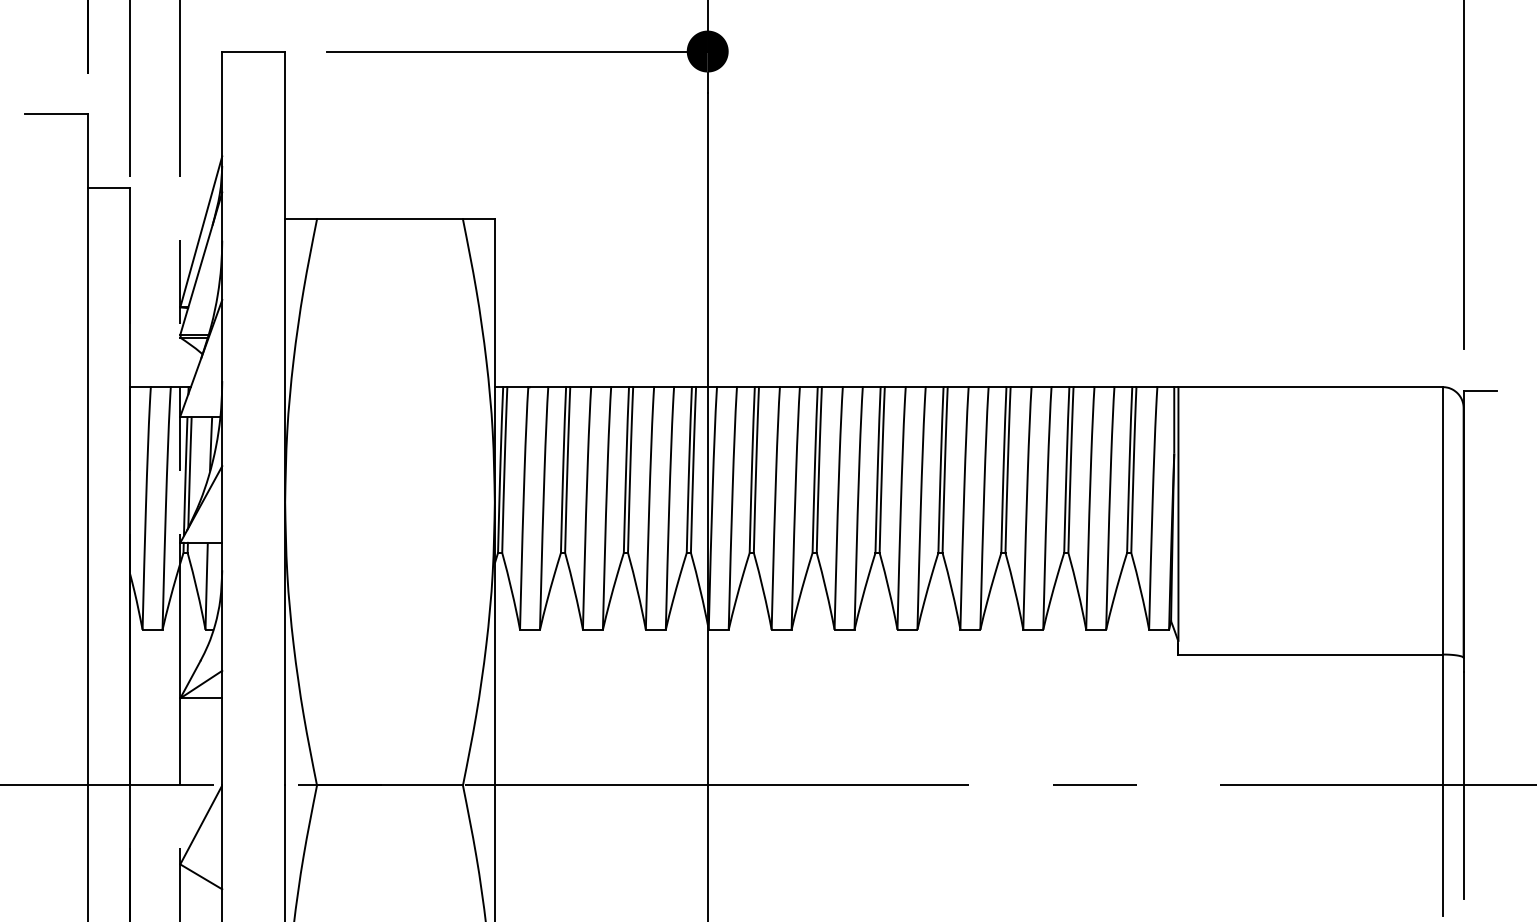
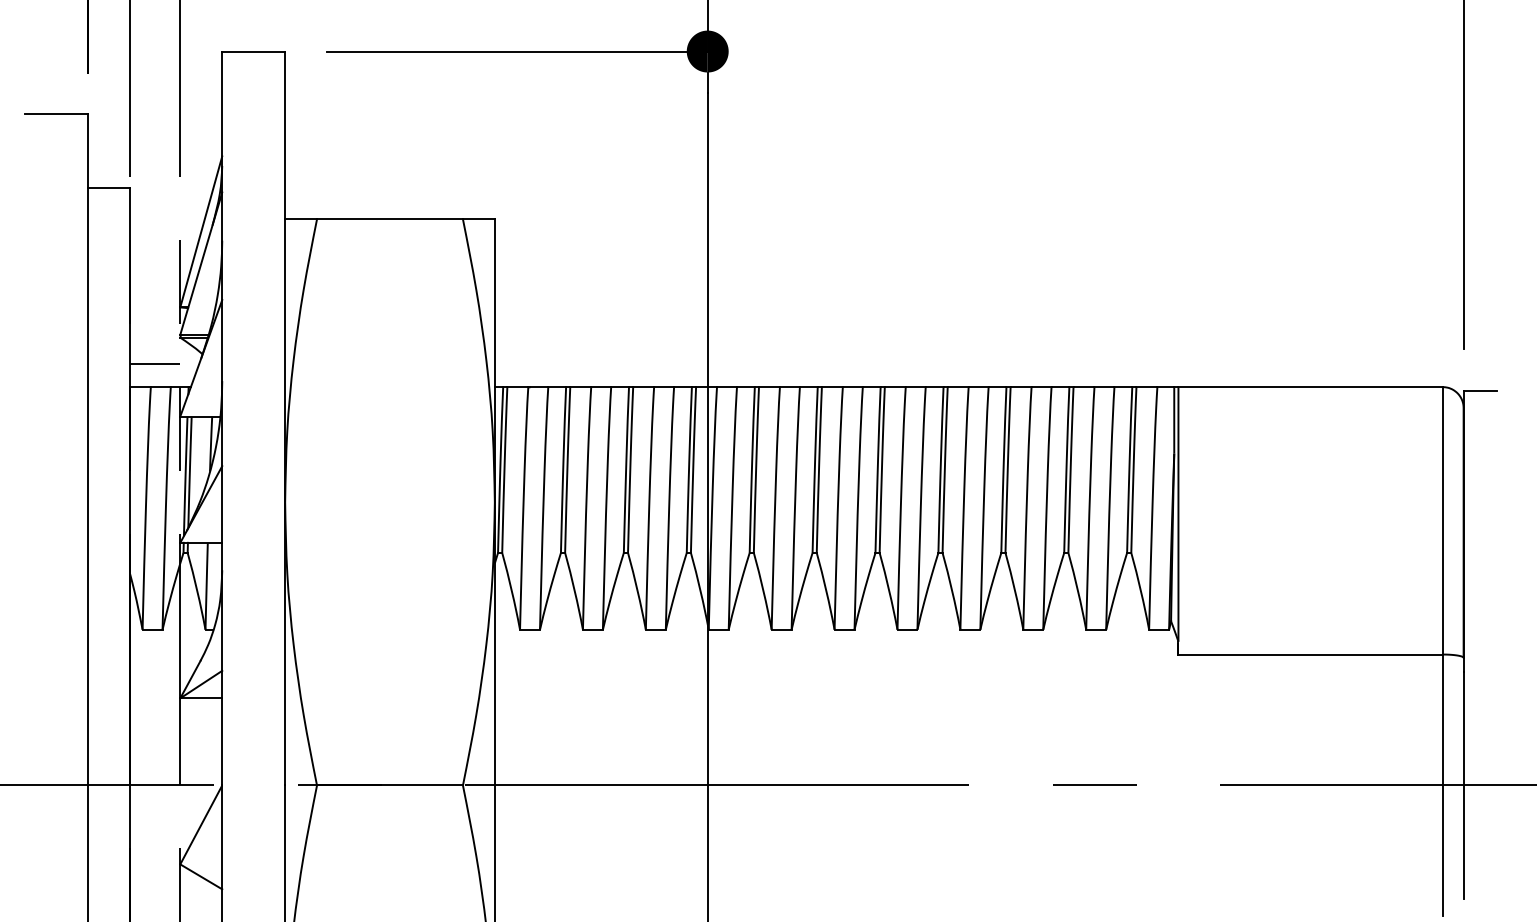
line at (154, 364): none -> present
